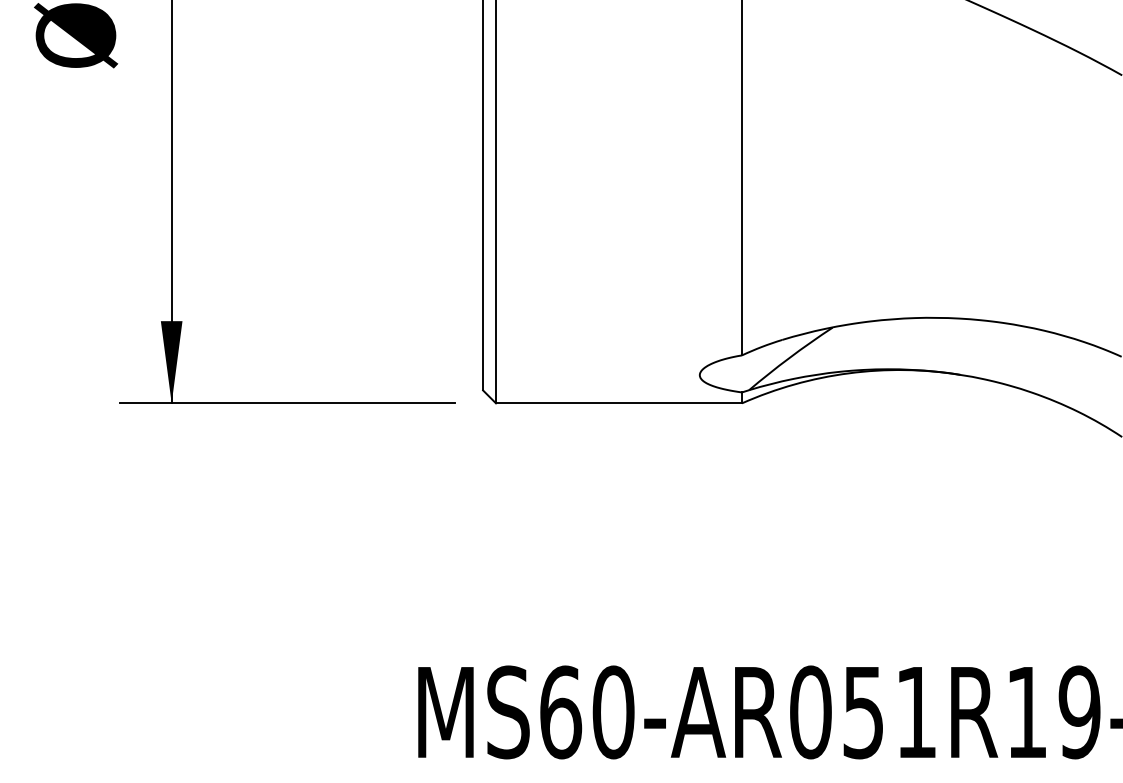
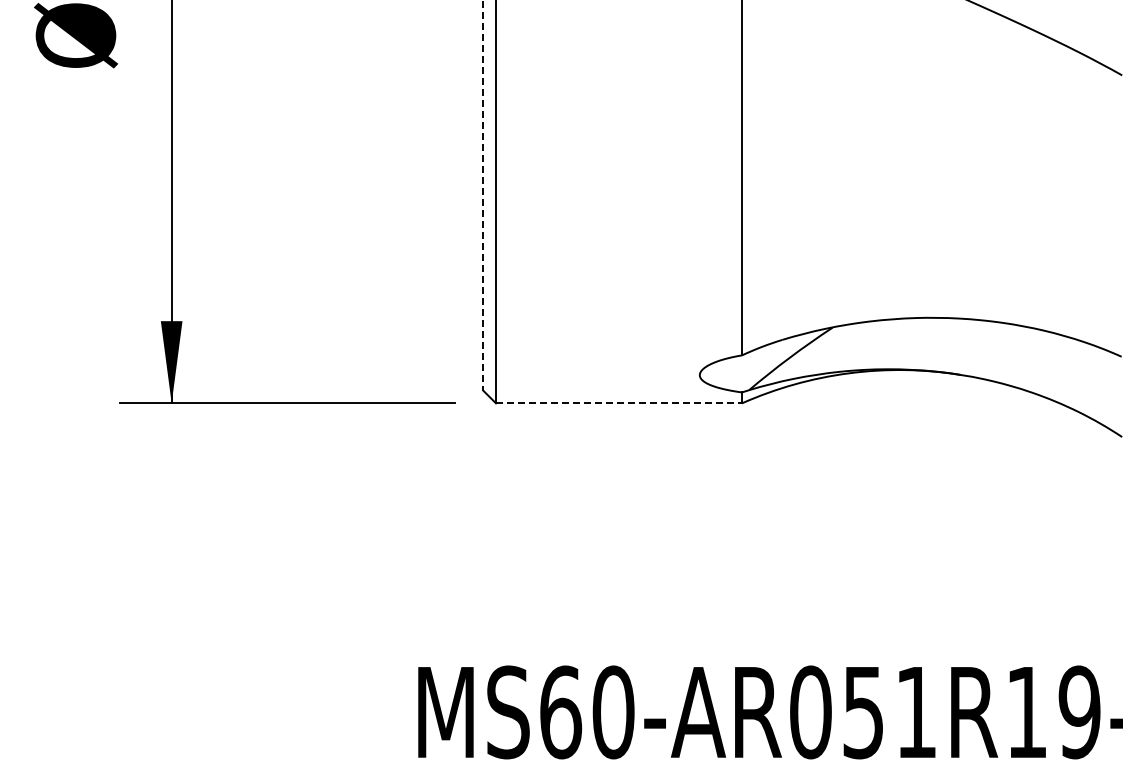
line at (483, 195): solid -> dashed
line at (619, 403): solid -> dashed
